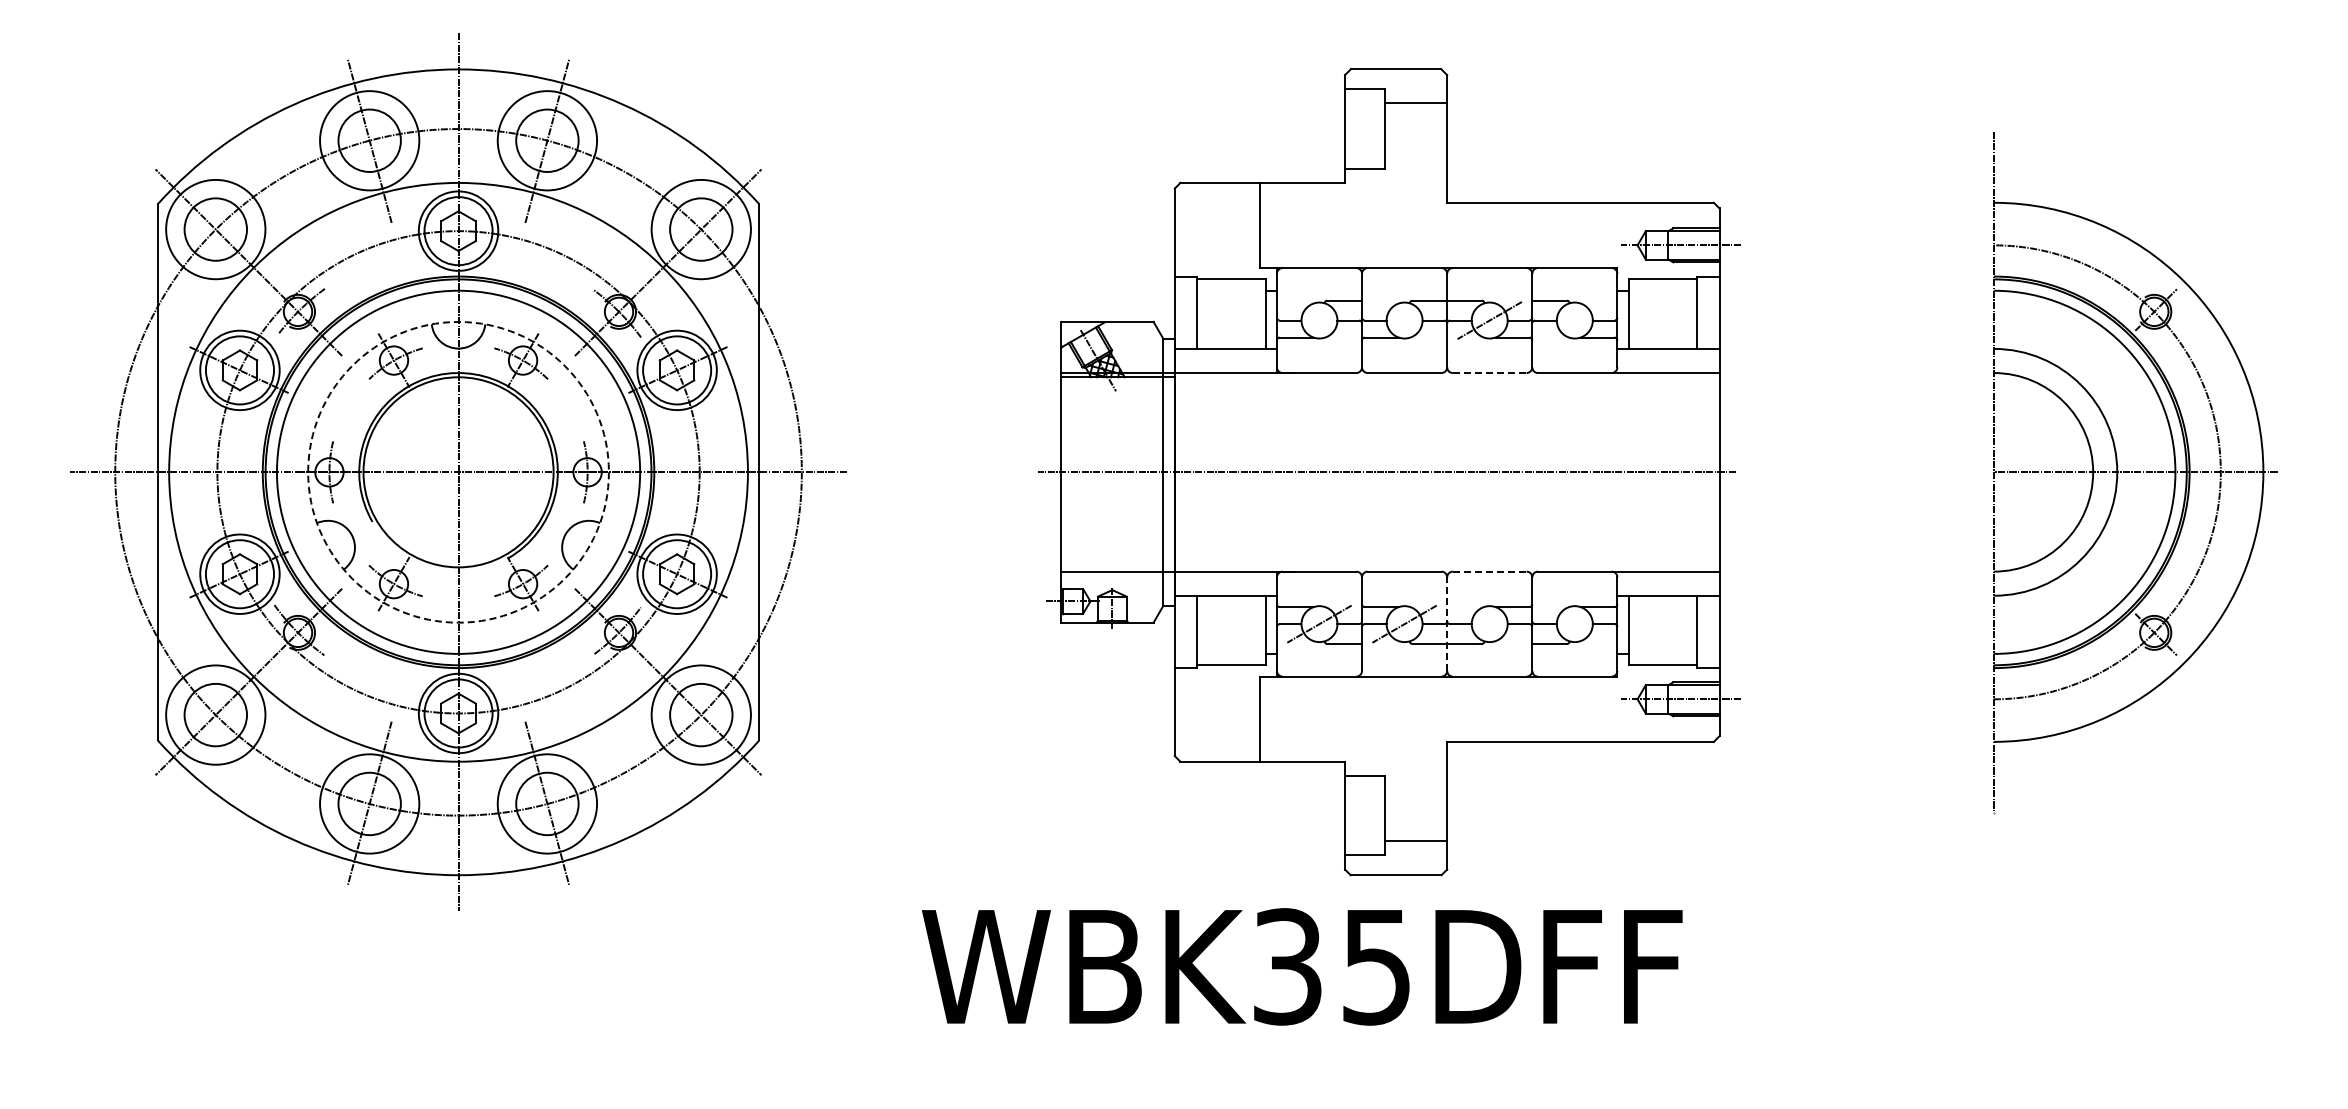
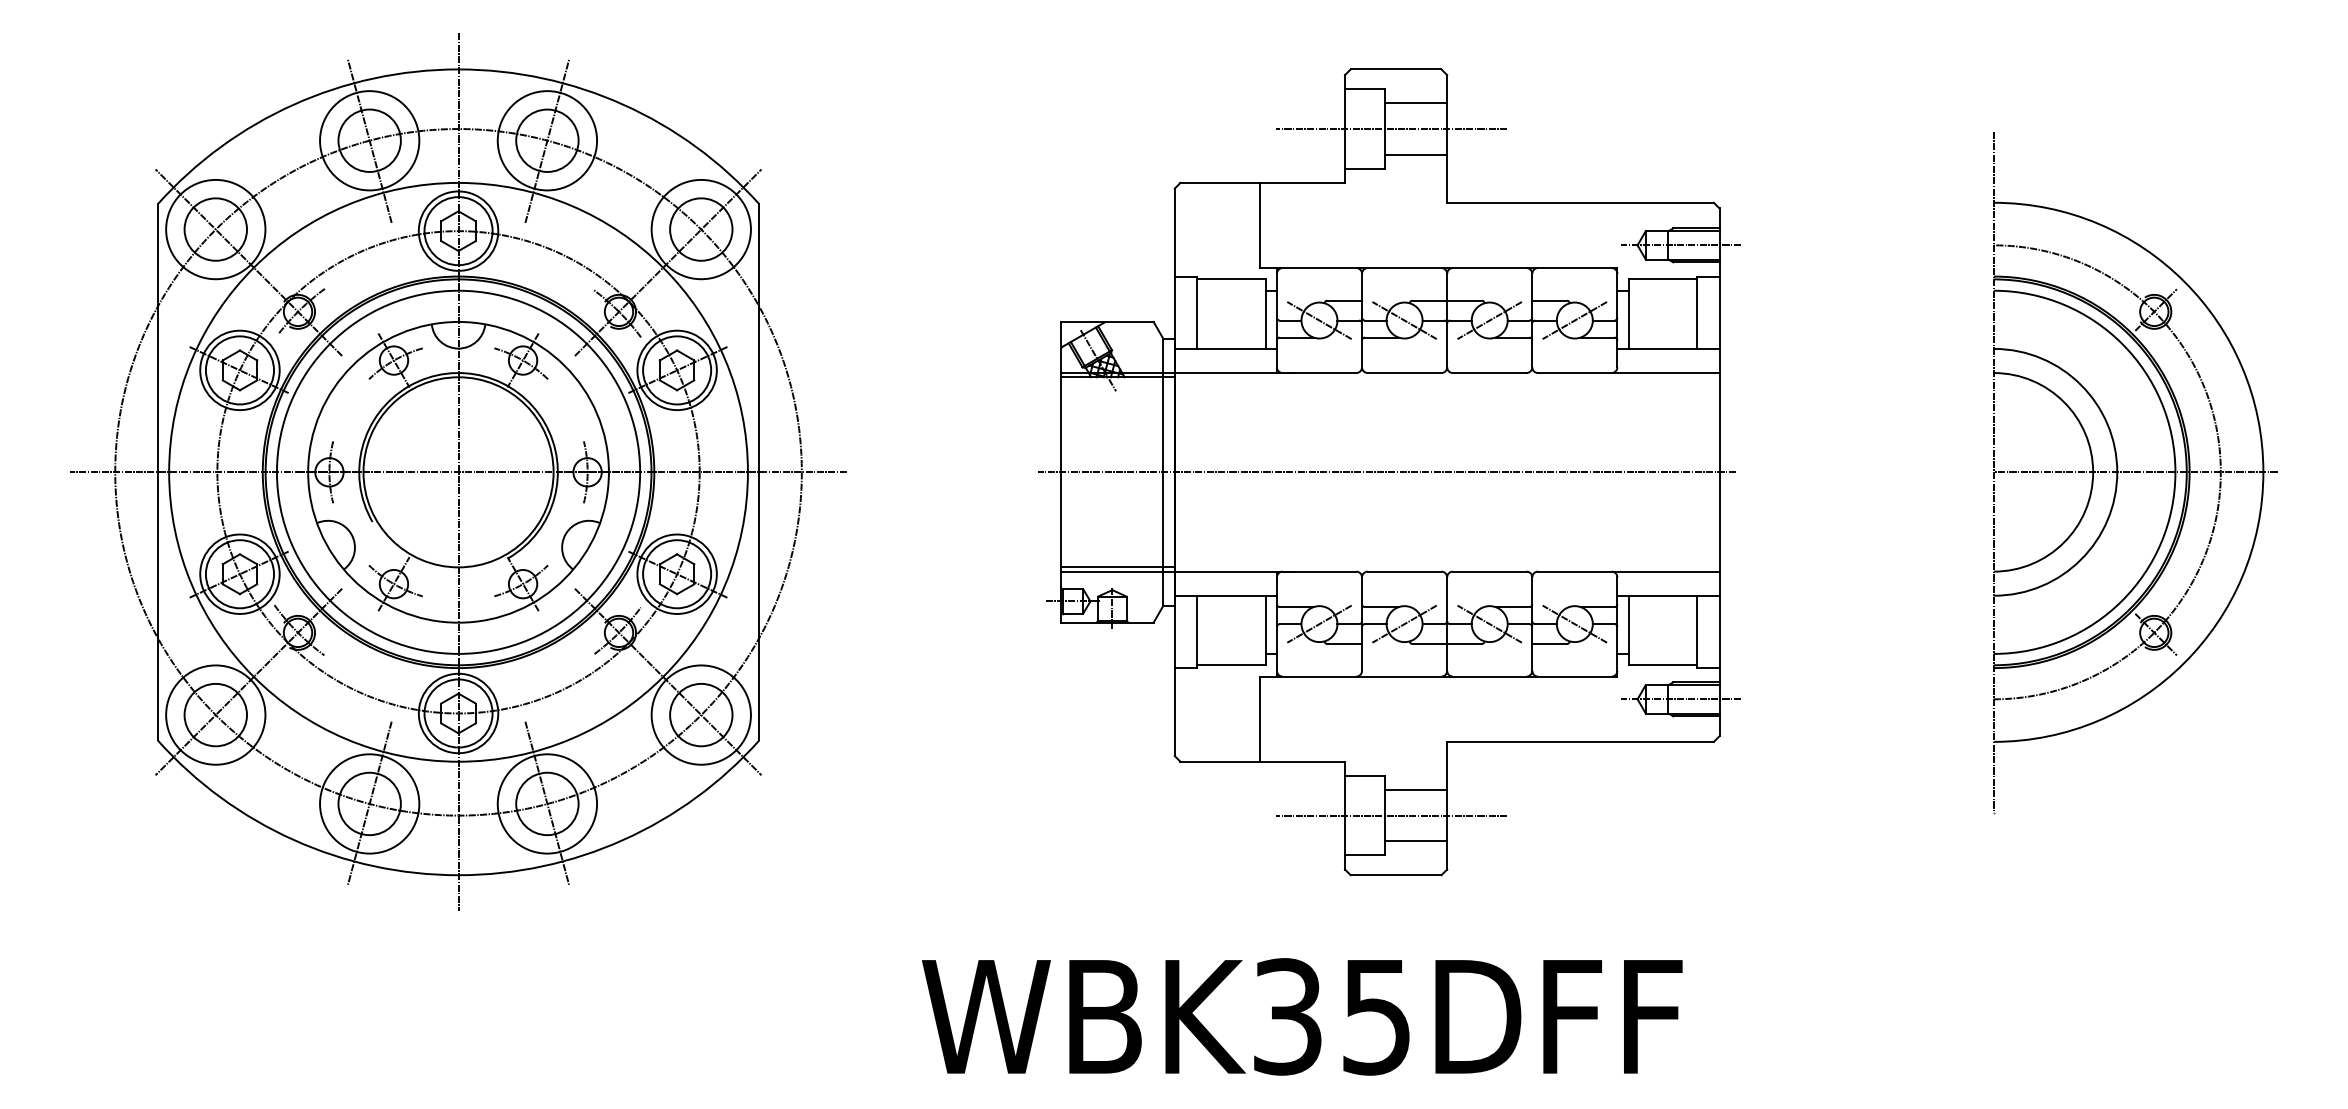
line at (1391, 129): none -> present
line at (1415, 154): none -> present
line at (1319, 320): none -> present
line at (1404, 320): none -> present
line at (1574, 320): none -> present
line at (1489, 373): dashed -> solid
circle at (458, 471): dashed -> solid
line at (1117, 567): none -> present
line at (1489, 571): dashed -> solid
line at (1489, 623): none -> present
line at (1574, 623): none -> present
line at (1447, 624): dashed -> solid
line at (1415, 790): none -> present
line at (1391, 815): none -> present
text at (1302, 966) position: (1302, 966) -> (1302, 1016)
